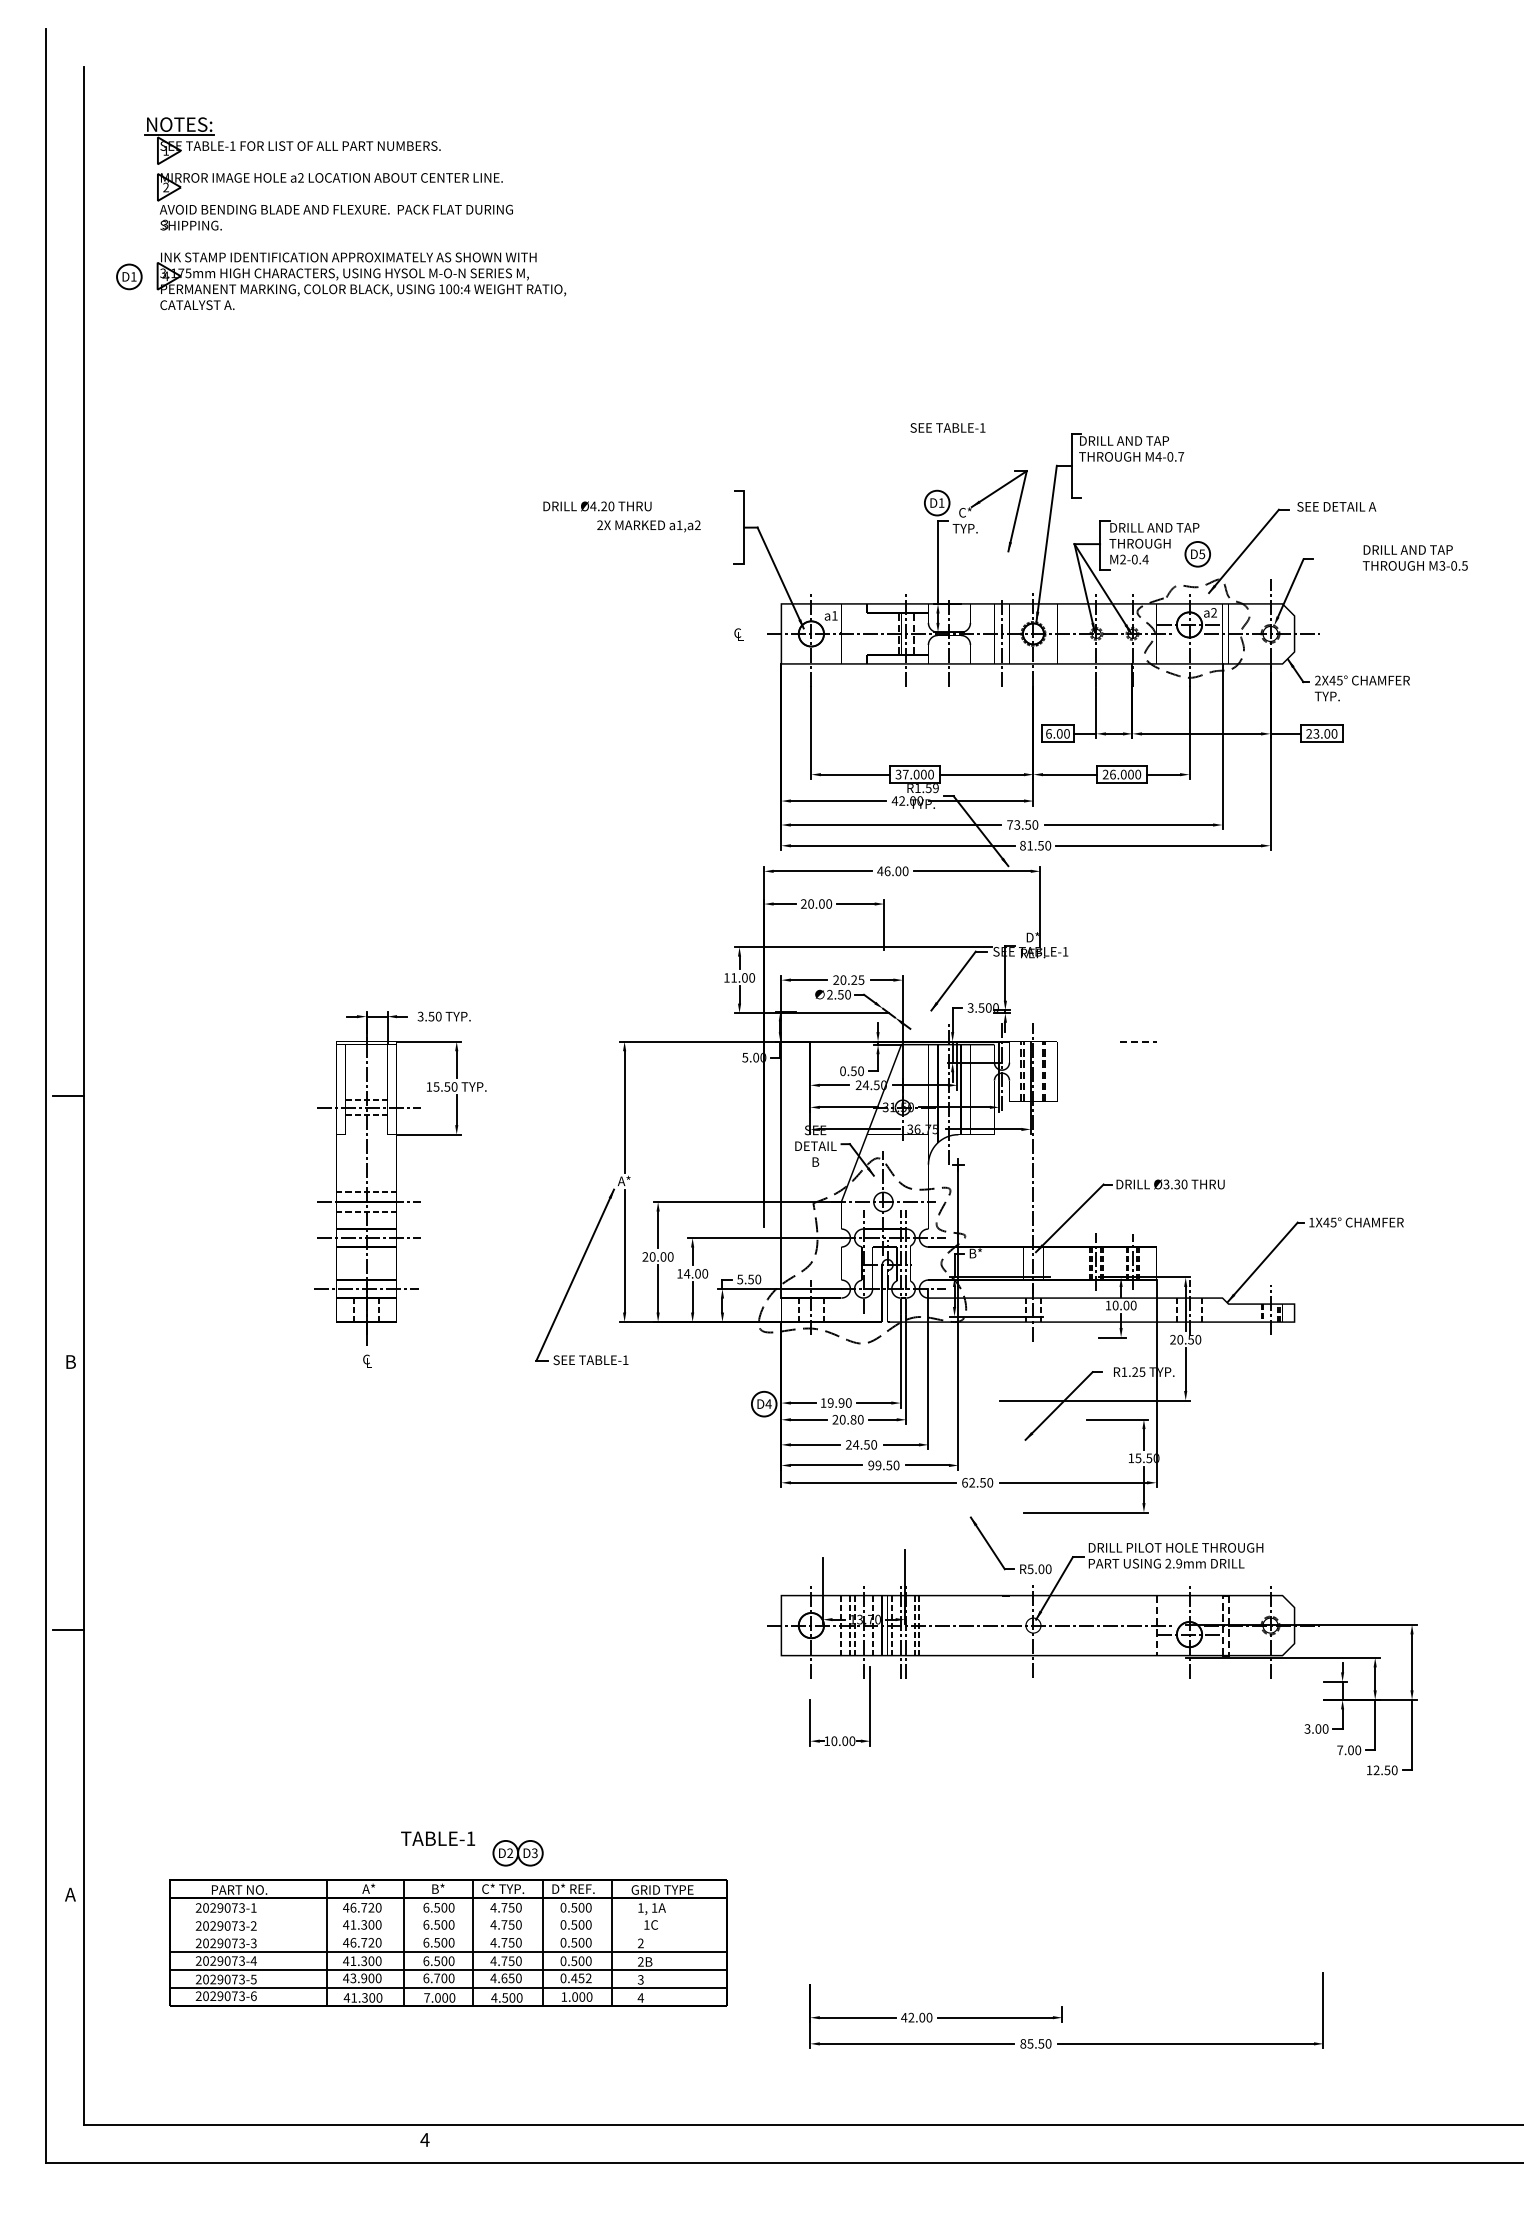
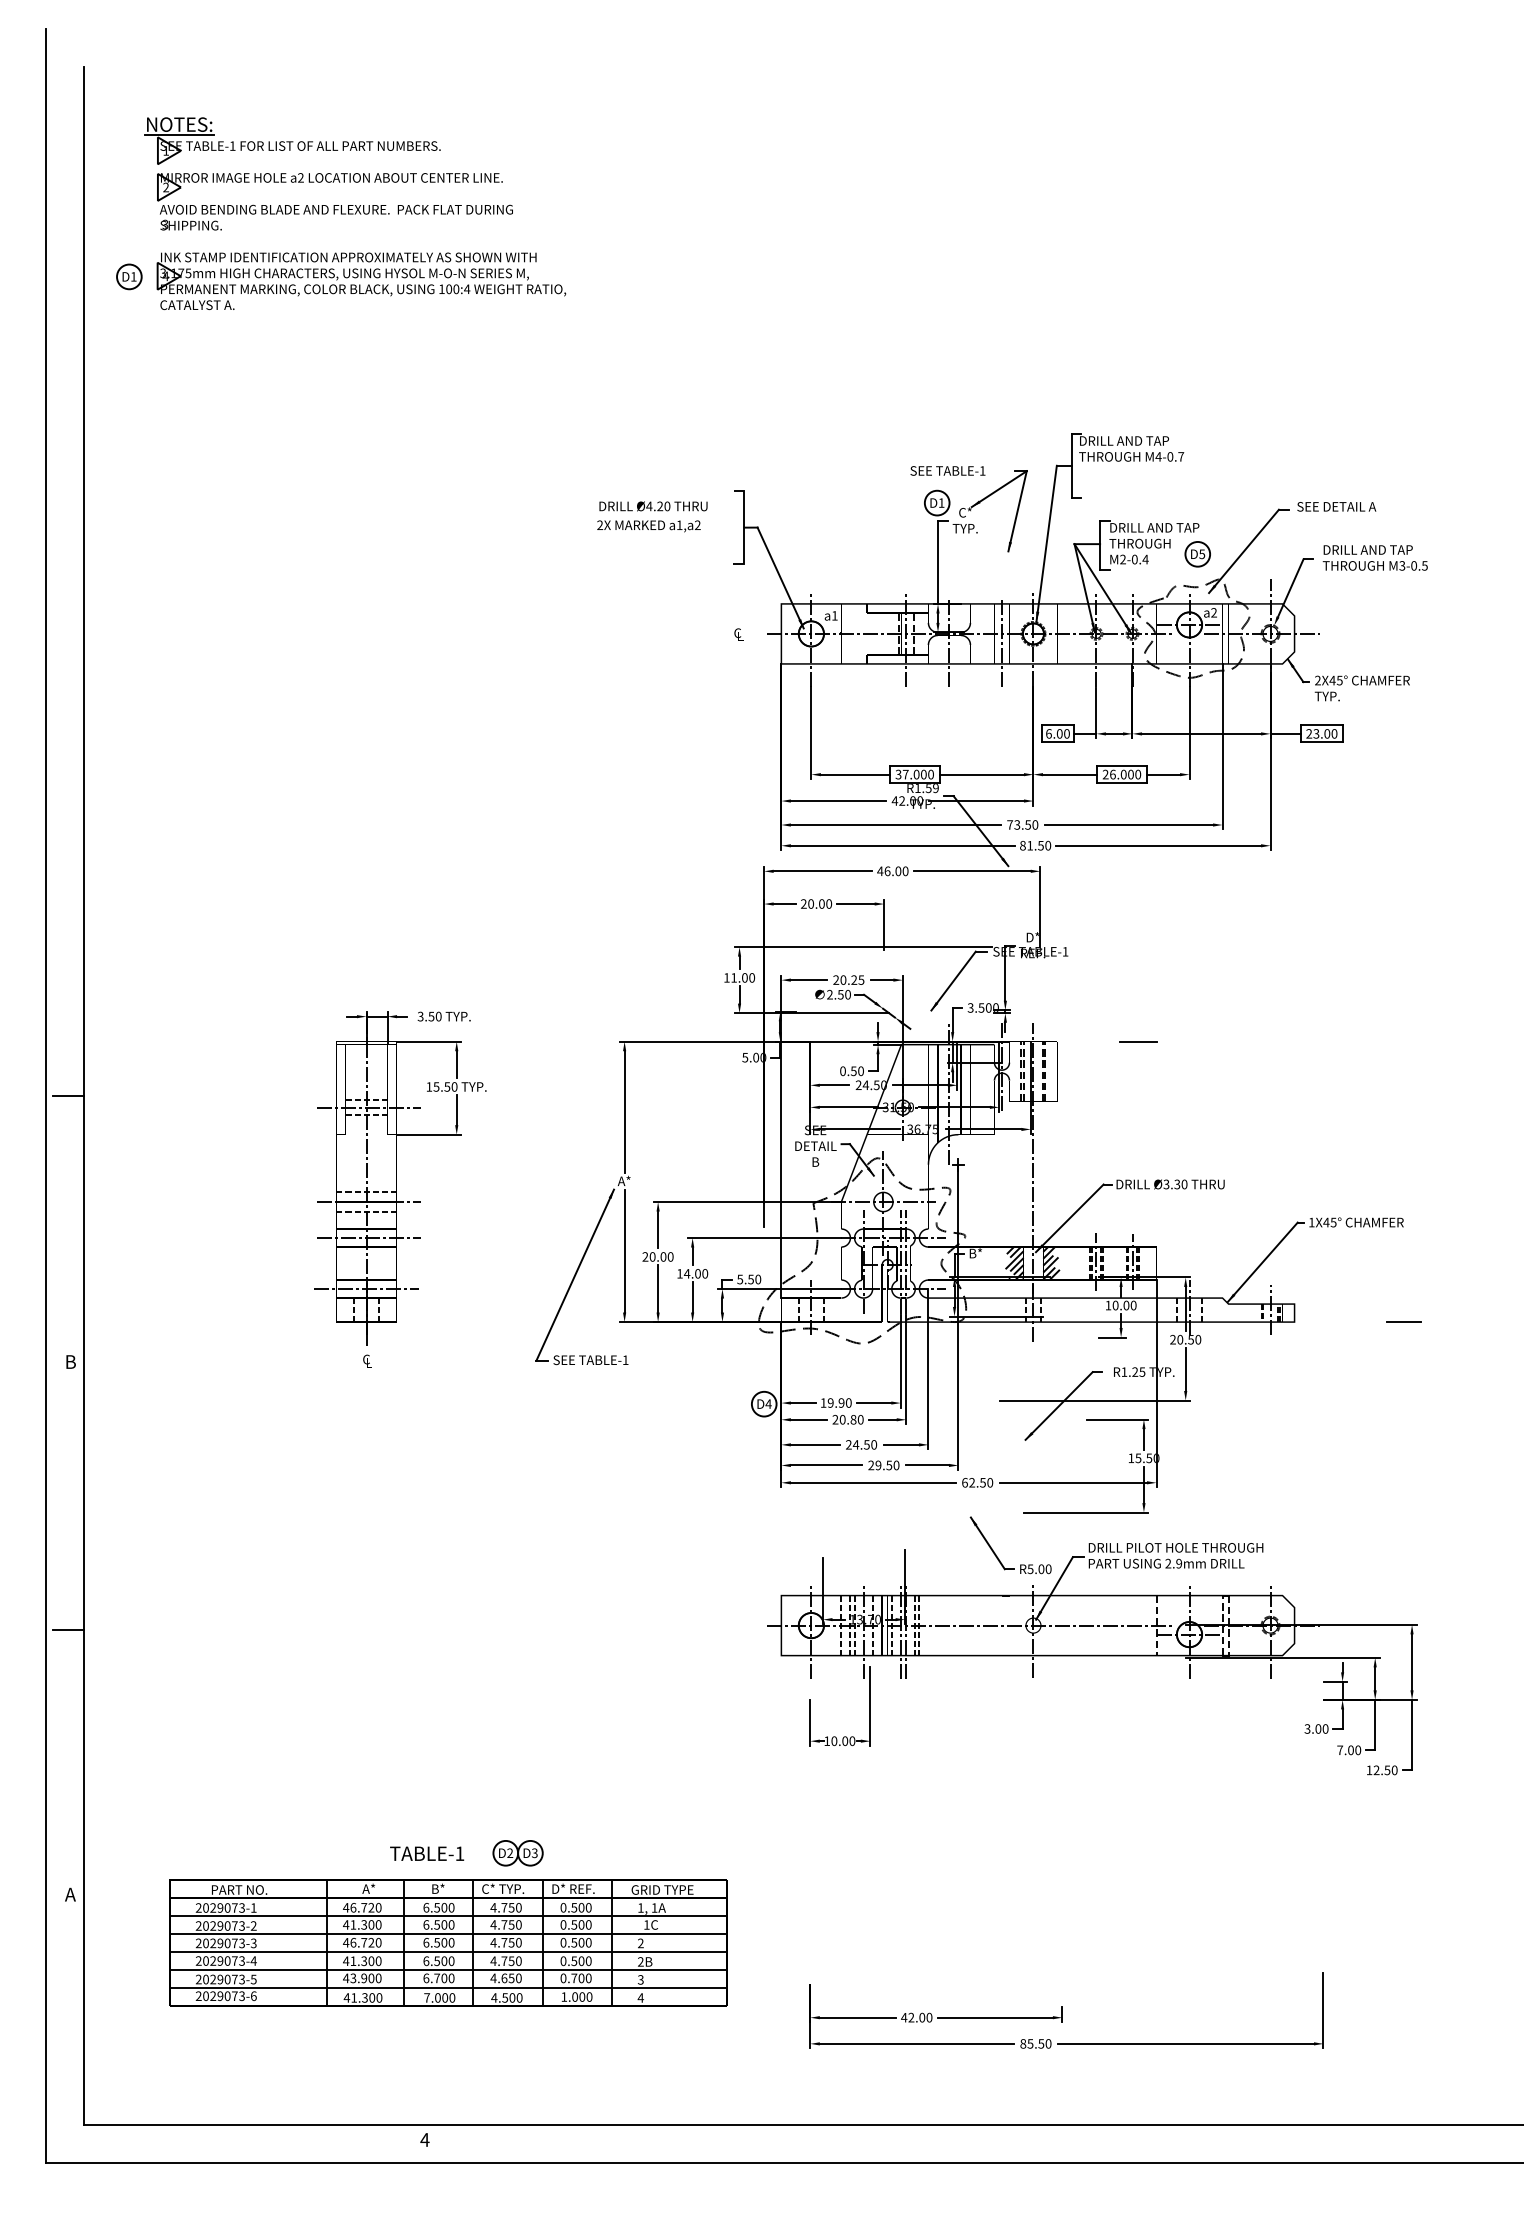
text at (947, 427) position: (947, 427) -> (947, 470)
text at (597, 506) position: (597, 506) -> (653, 506)
text at (1414, 557) position: (1414, 557) -> (1374, 557)
line at (1138, 1041): dashed -> solid
hatch at (1014, 1263): none -> present
hatch at (1051, 1263): none -> present
line at (1403, 1322): none -> present
text at (871, 1465): 99.50 -> 29.50
text at (438, 1838) position: (438, 1838) -> (427, 1853)
line at (448, 1915): none -> present
line at (448, 1933): none -> present
text at (581, 1978): 0.452 -> 0.700
